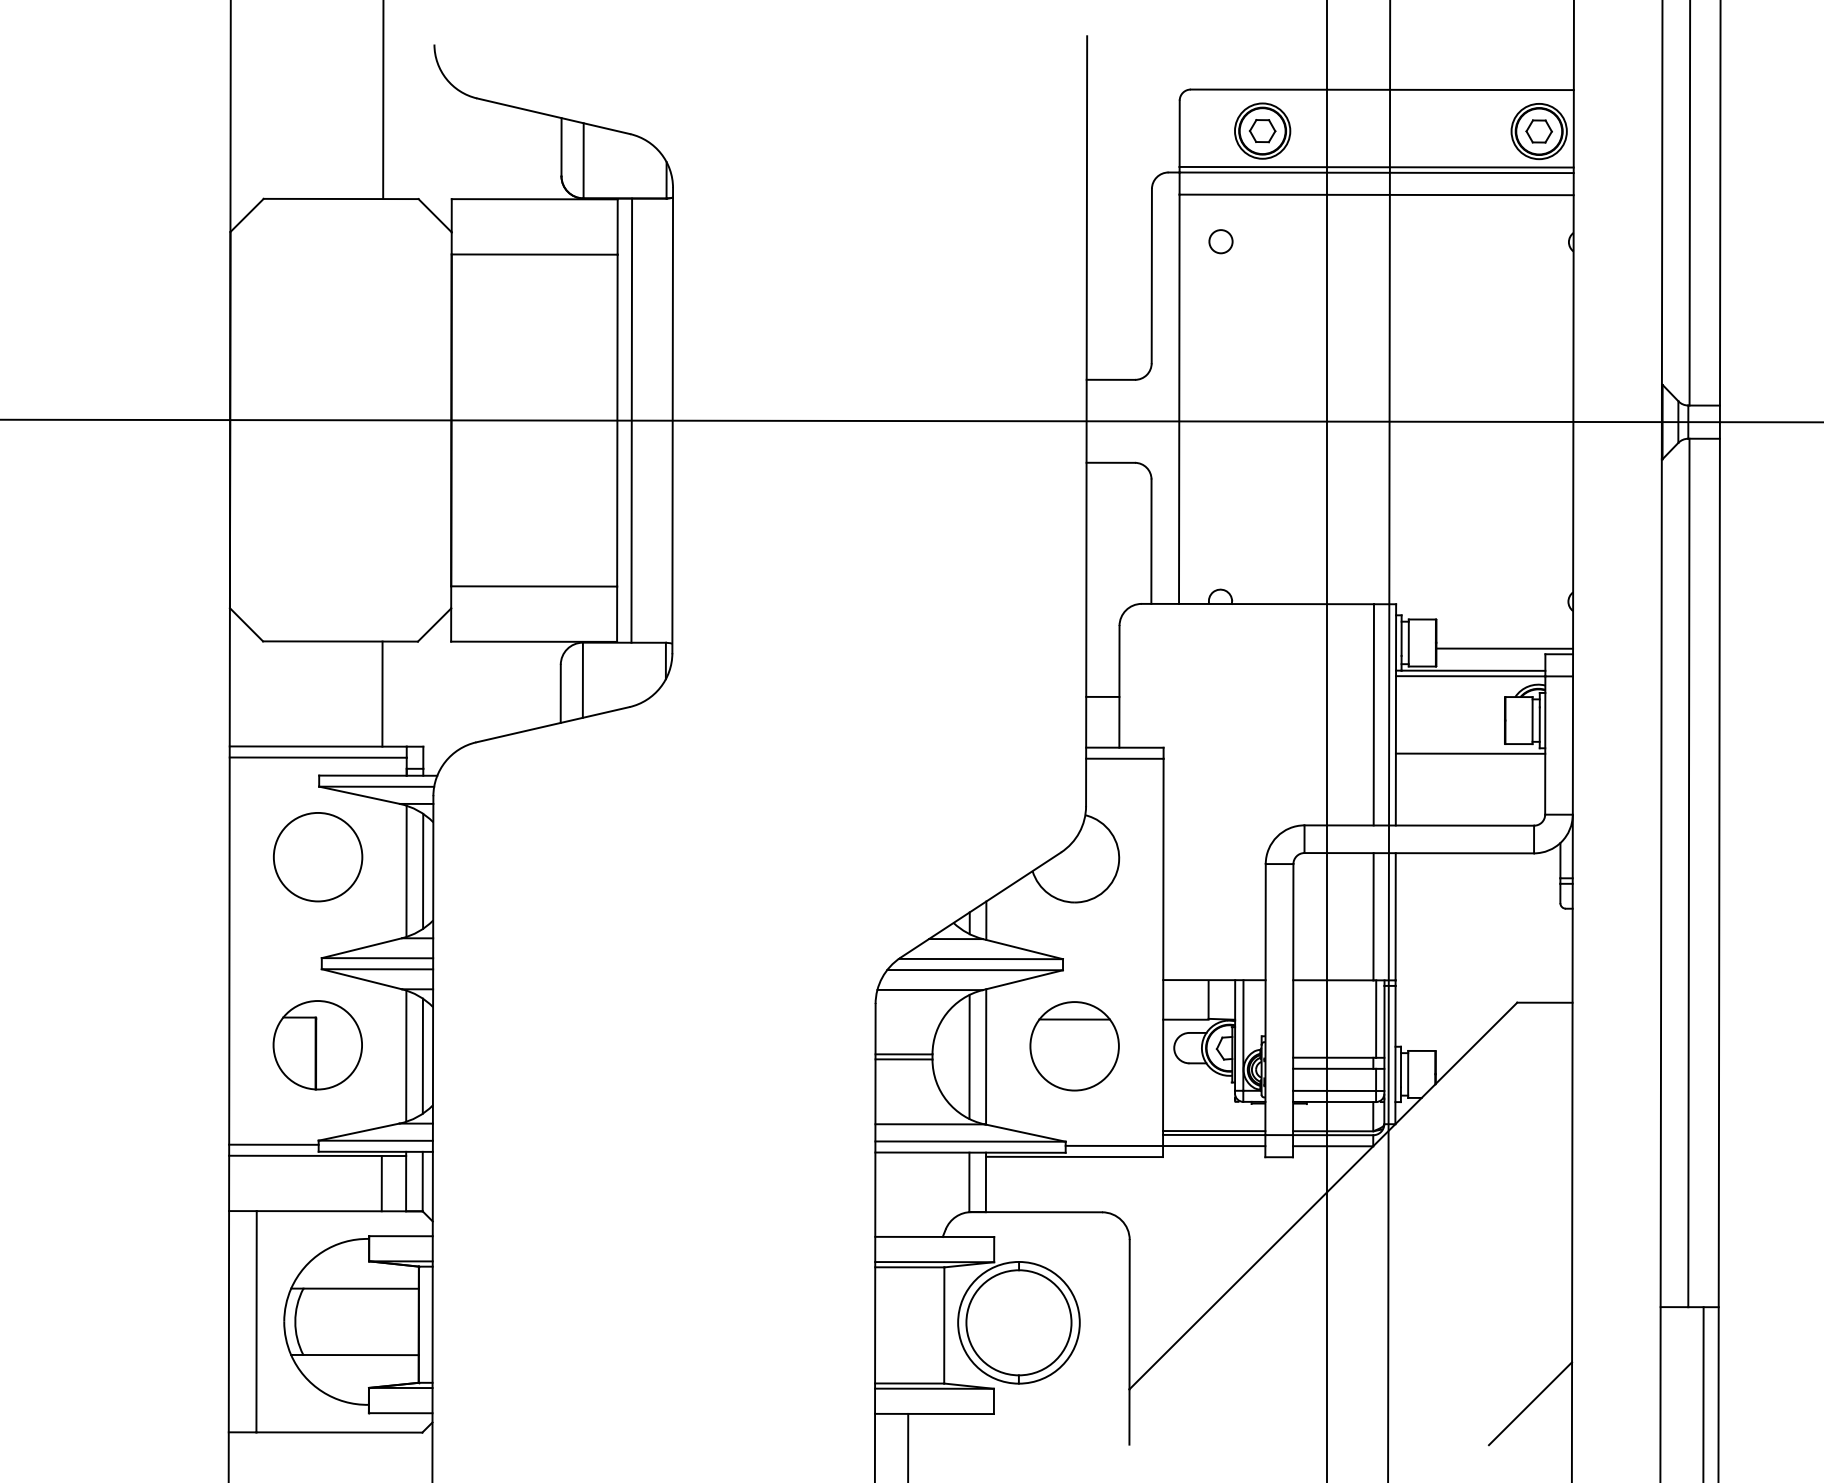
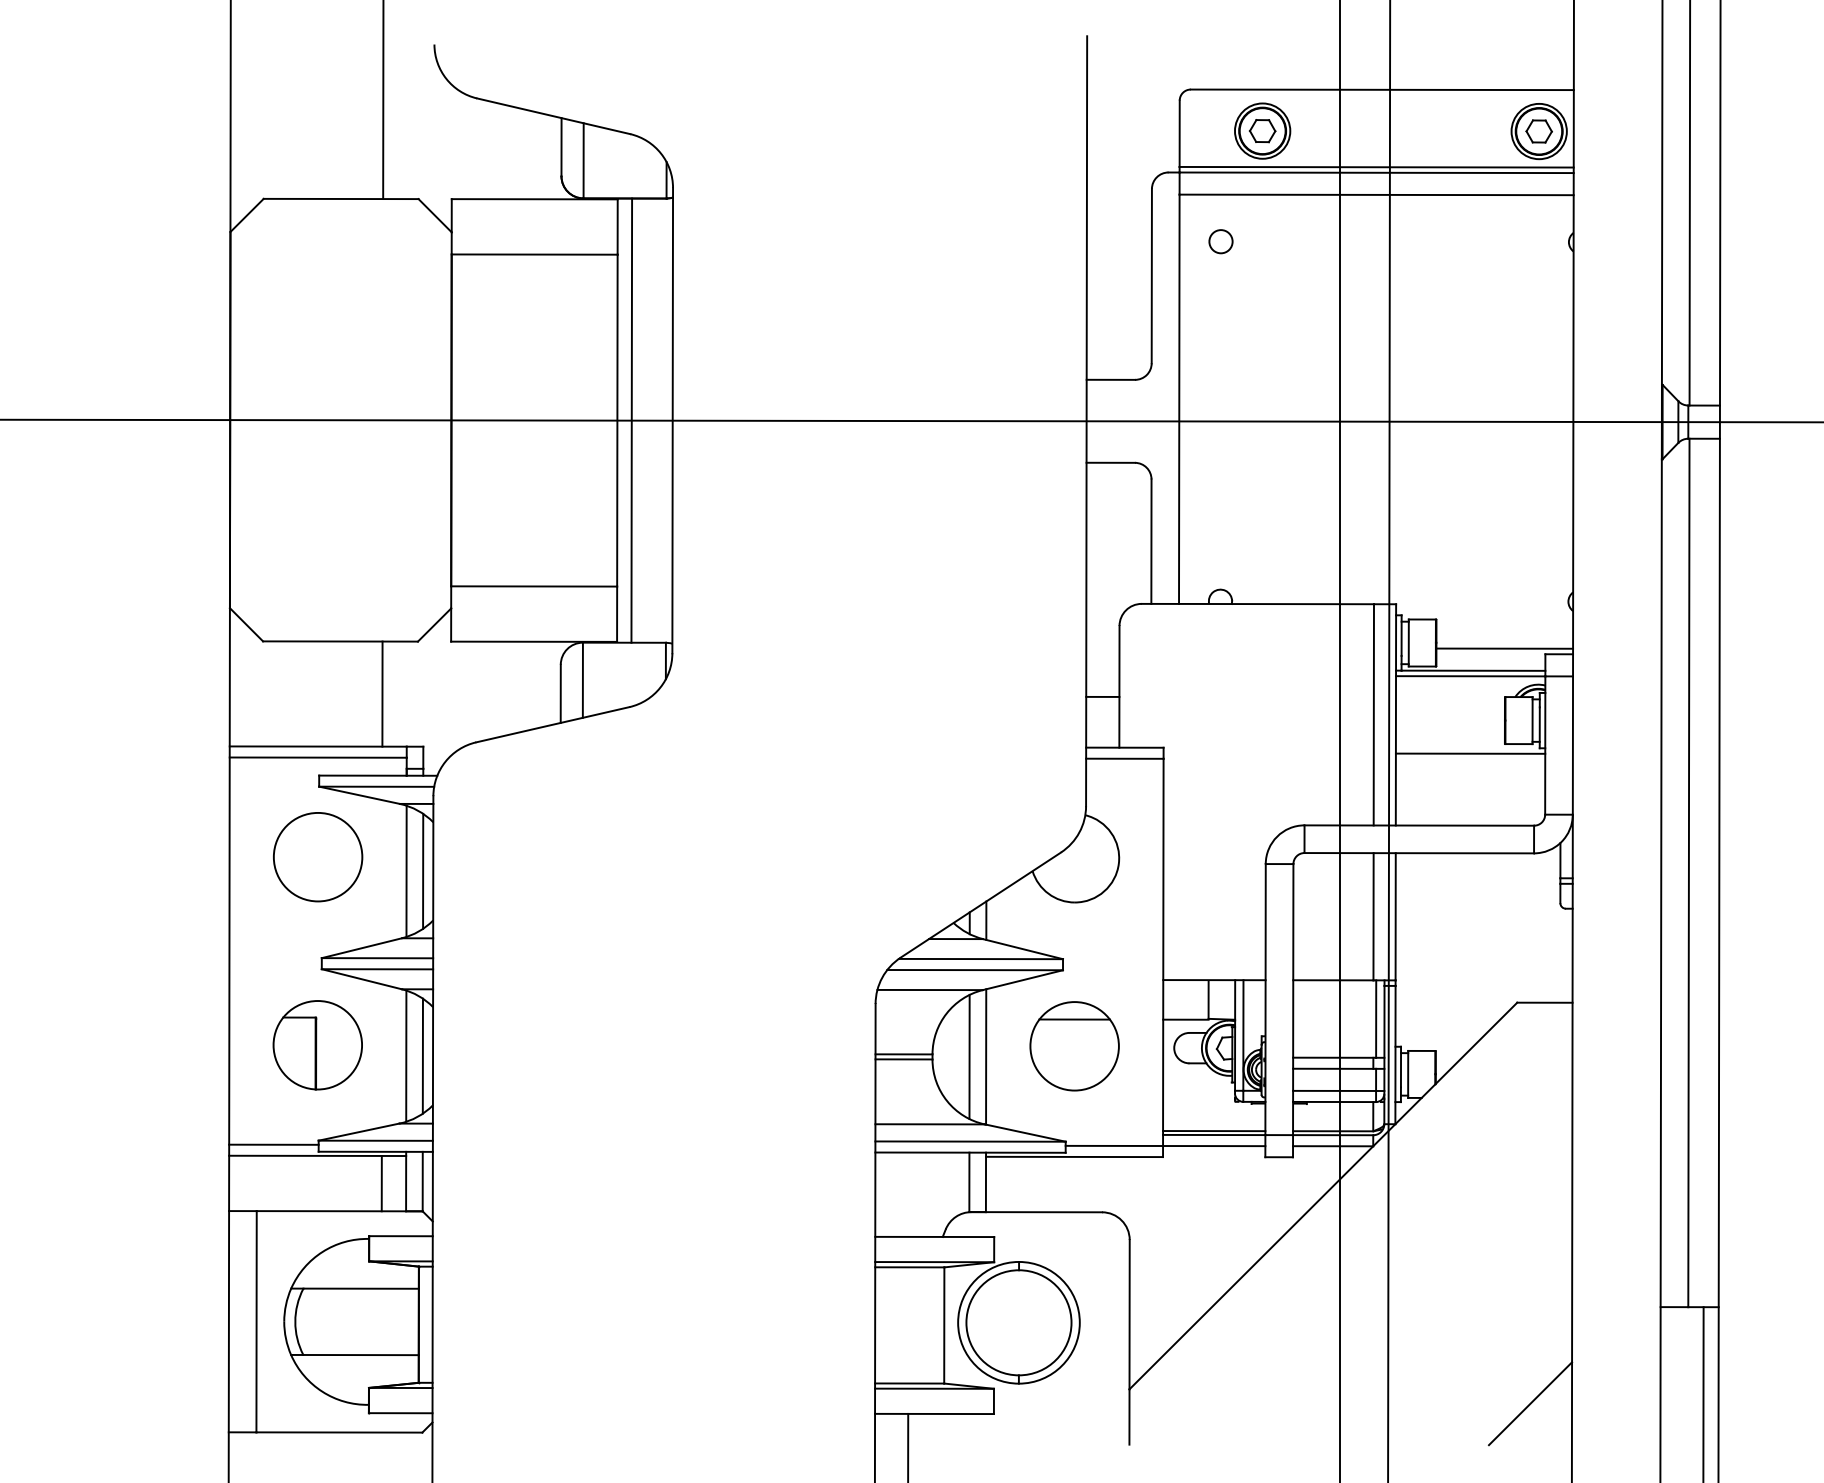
line at (1326, 740) position: (1326, 740) -> (1339, 740)
